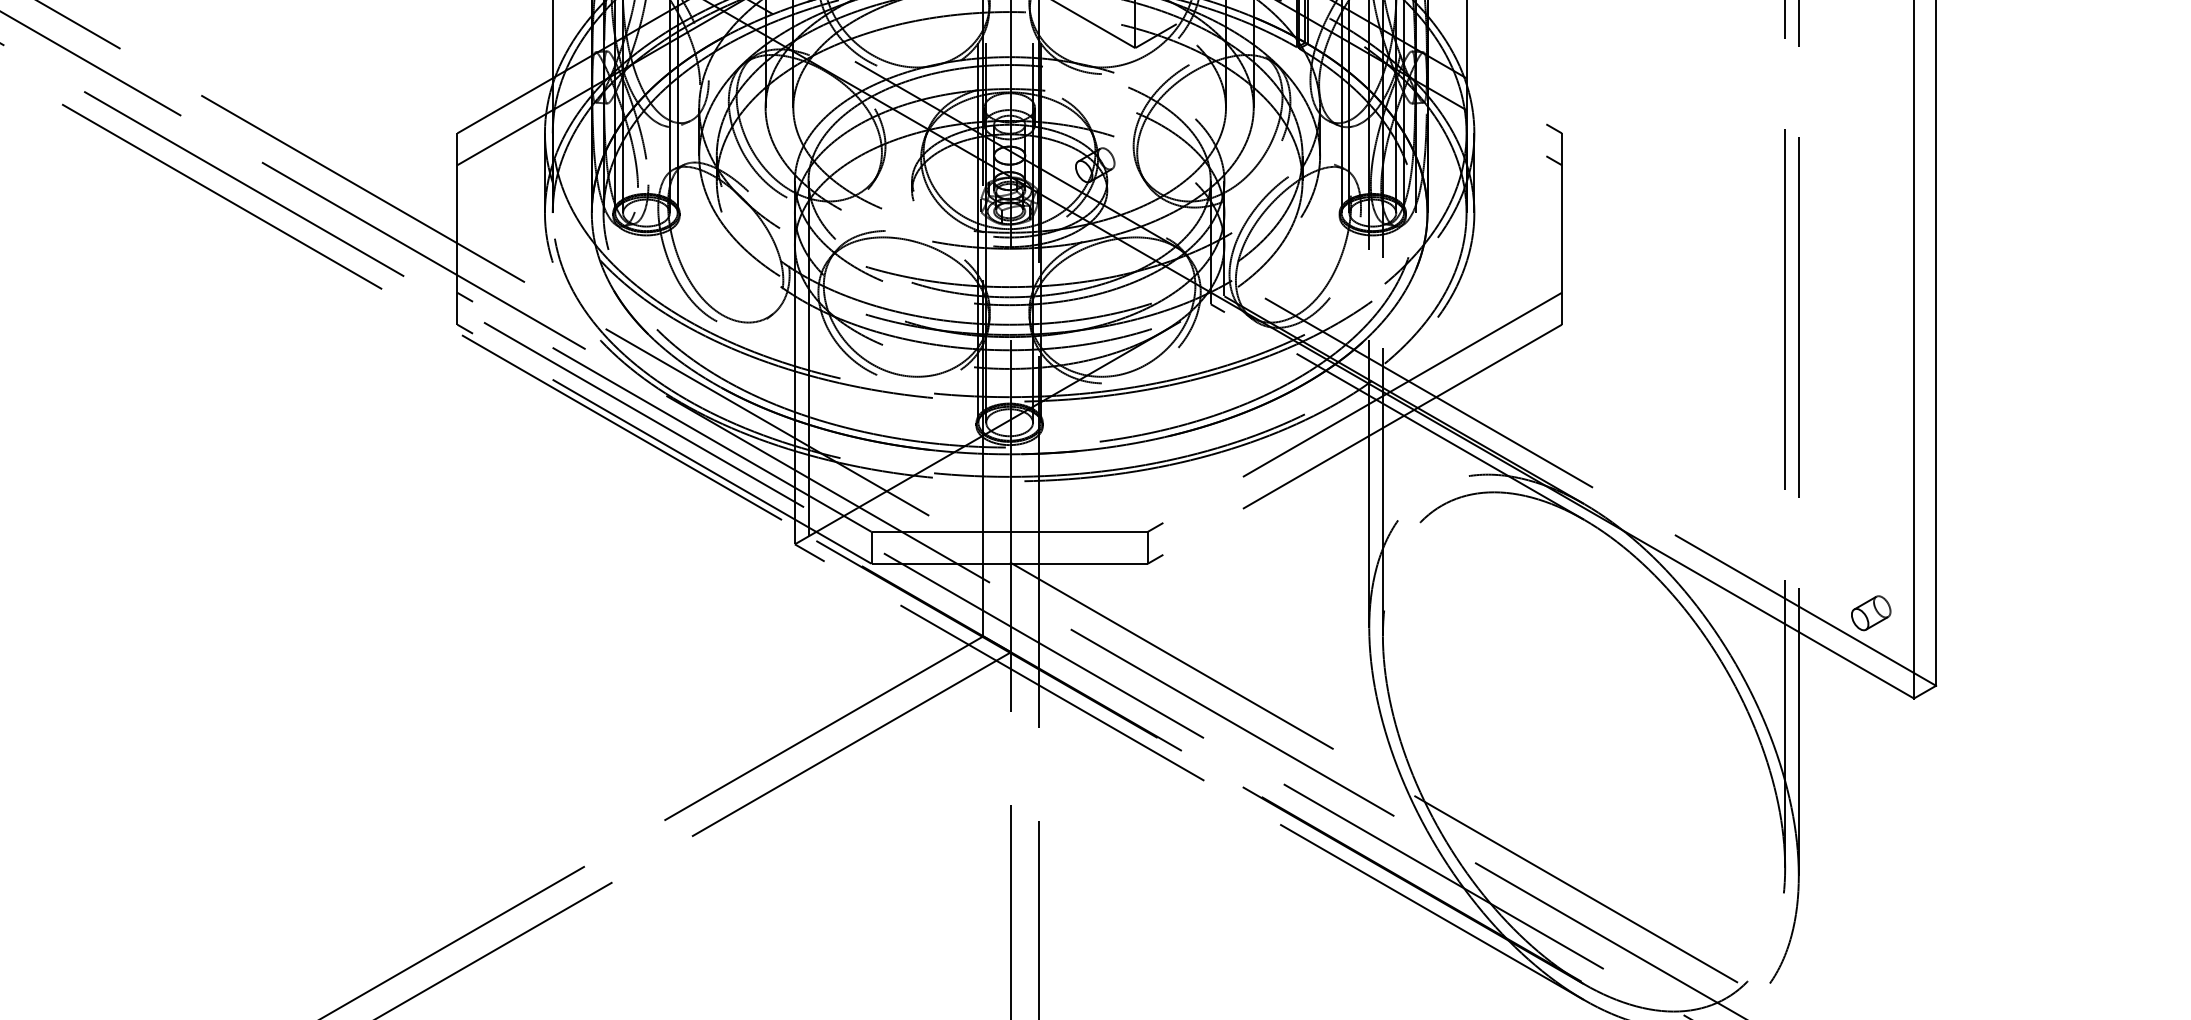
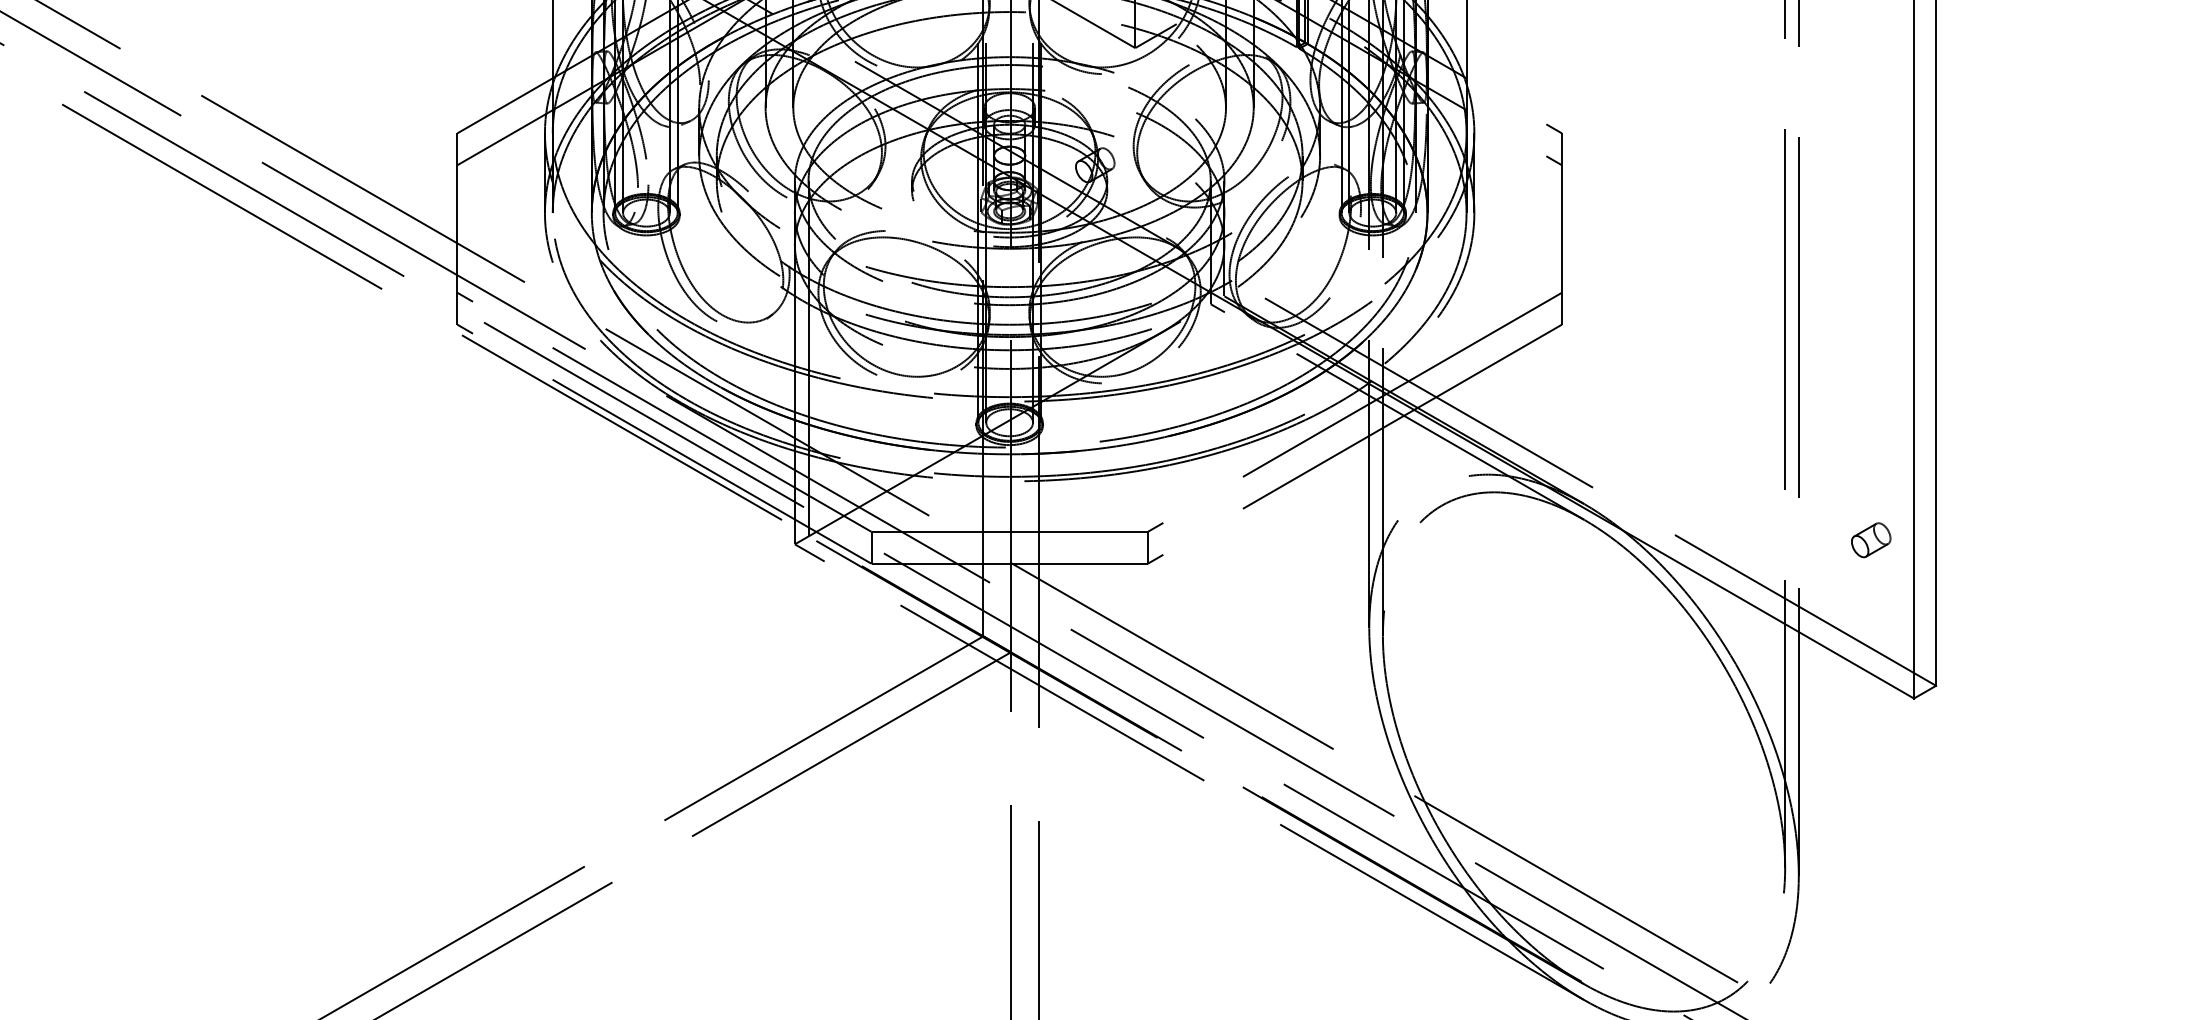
part at (1871, 613) position: (1871, 613) -> (1871, 540)
